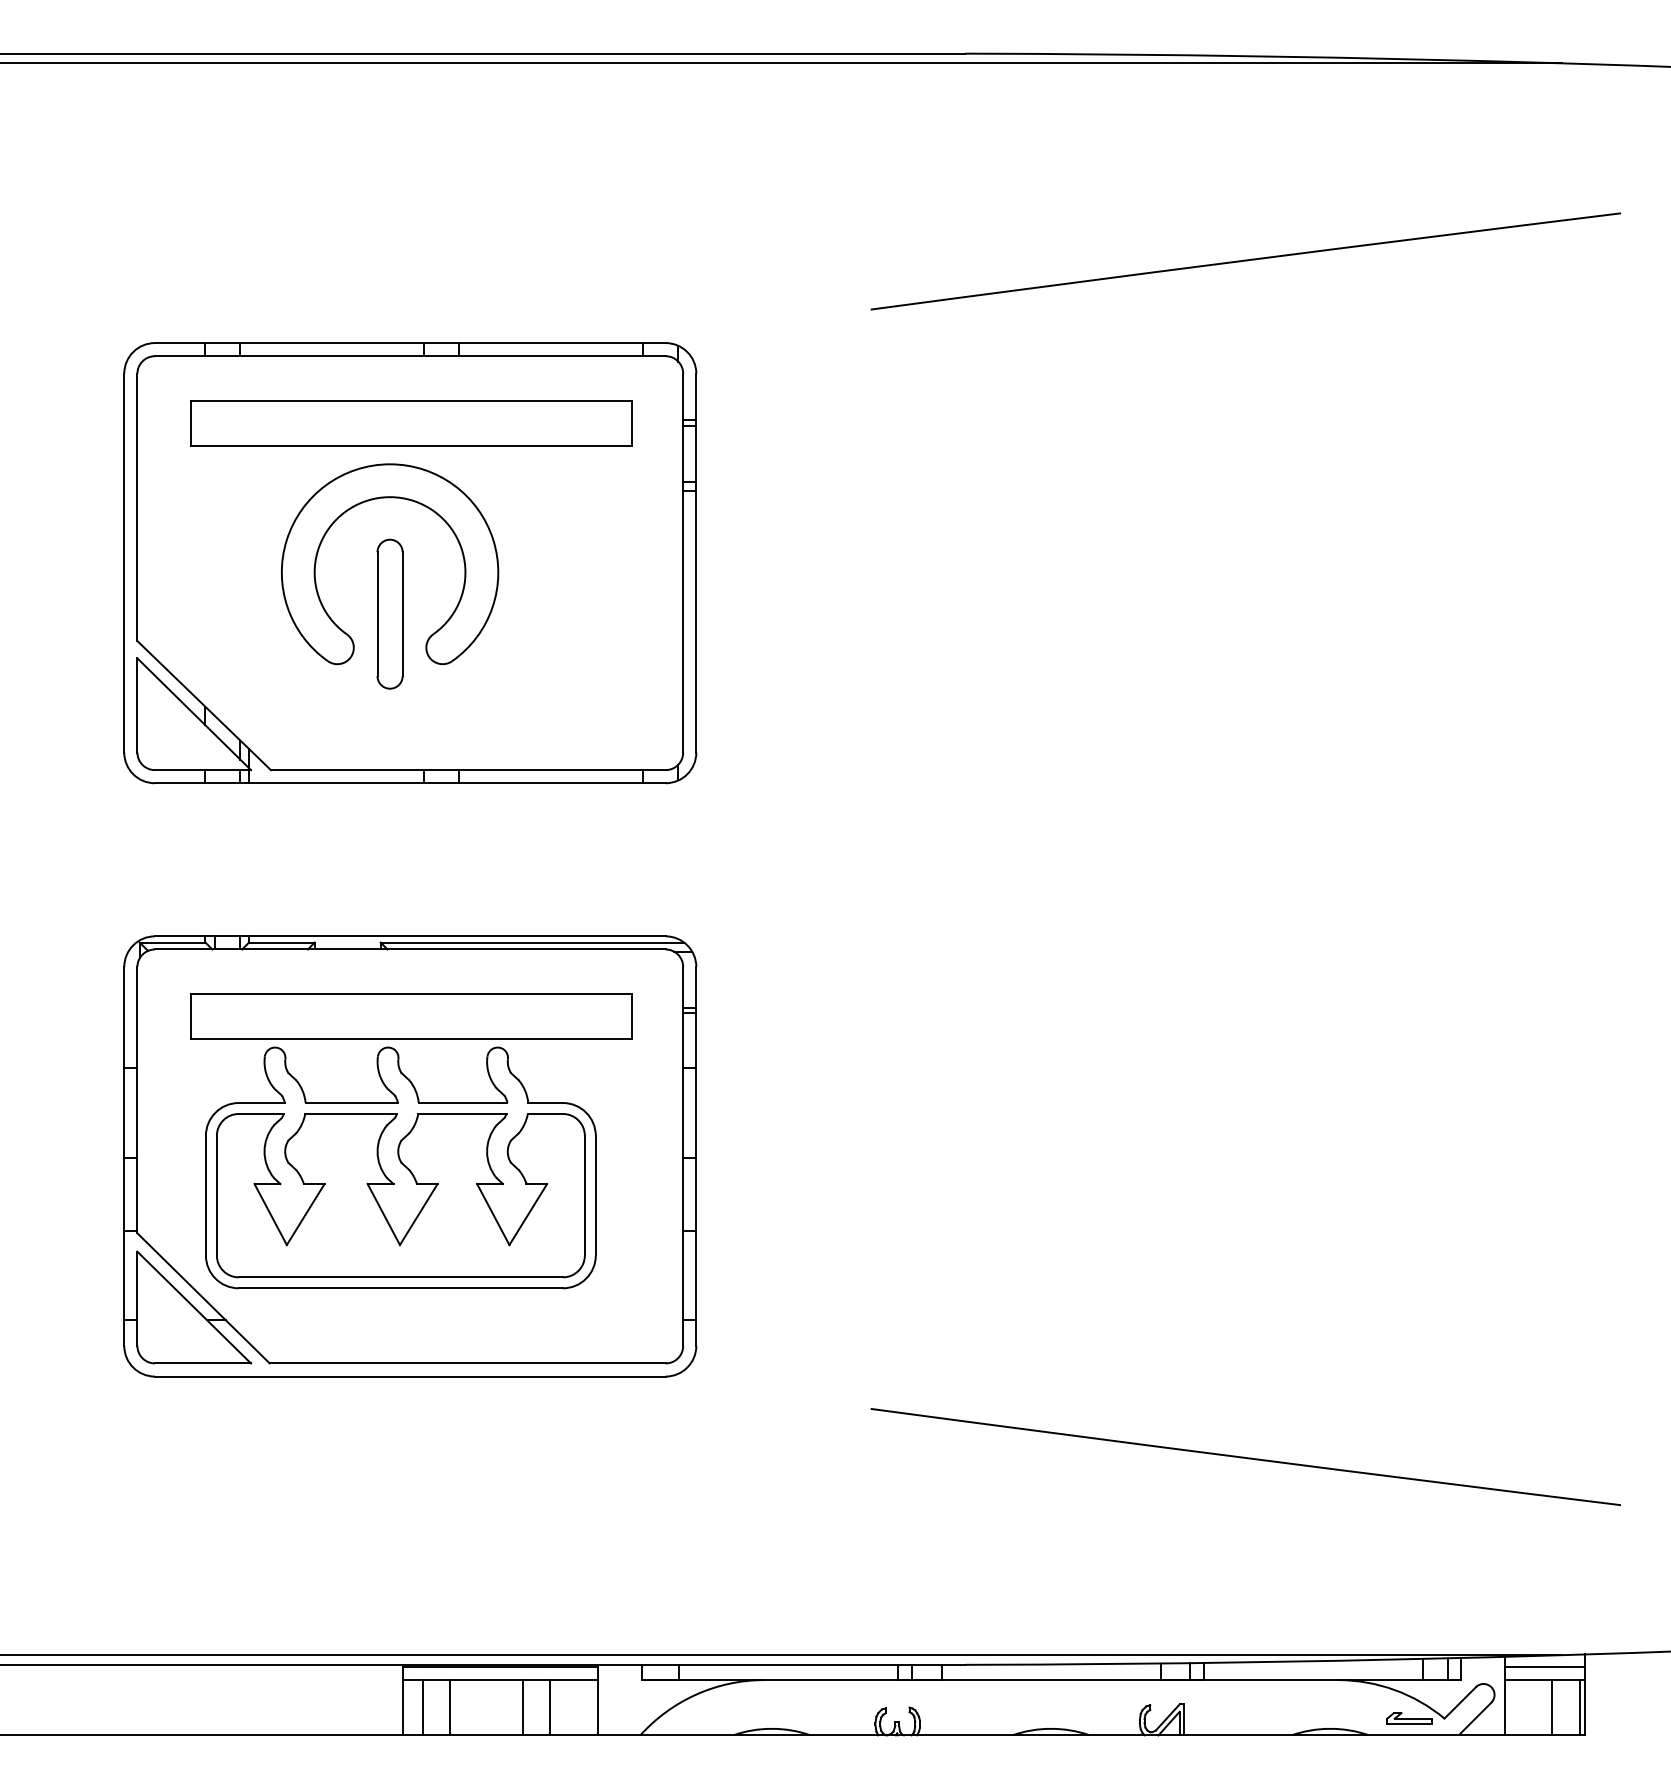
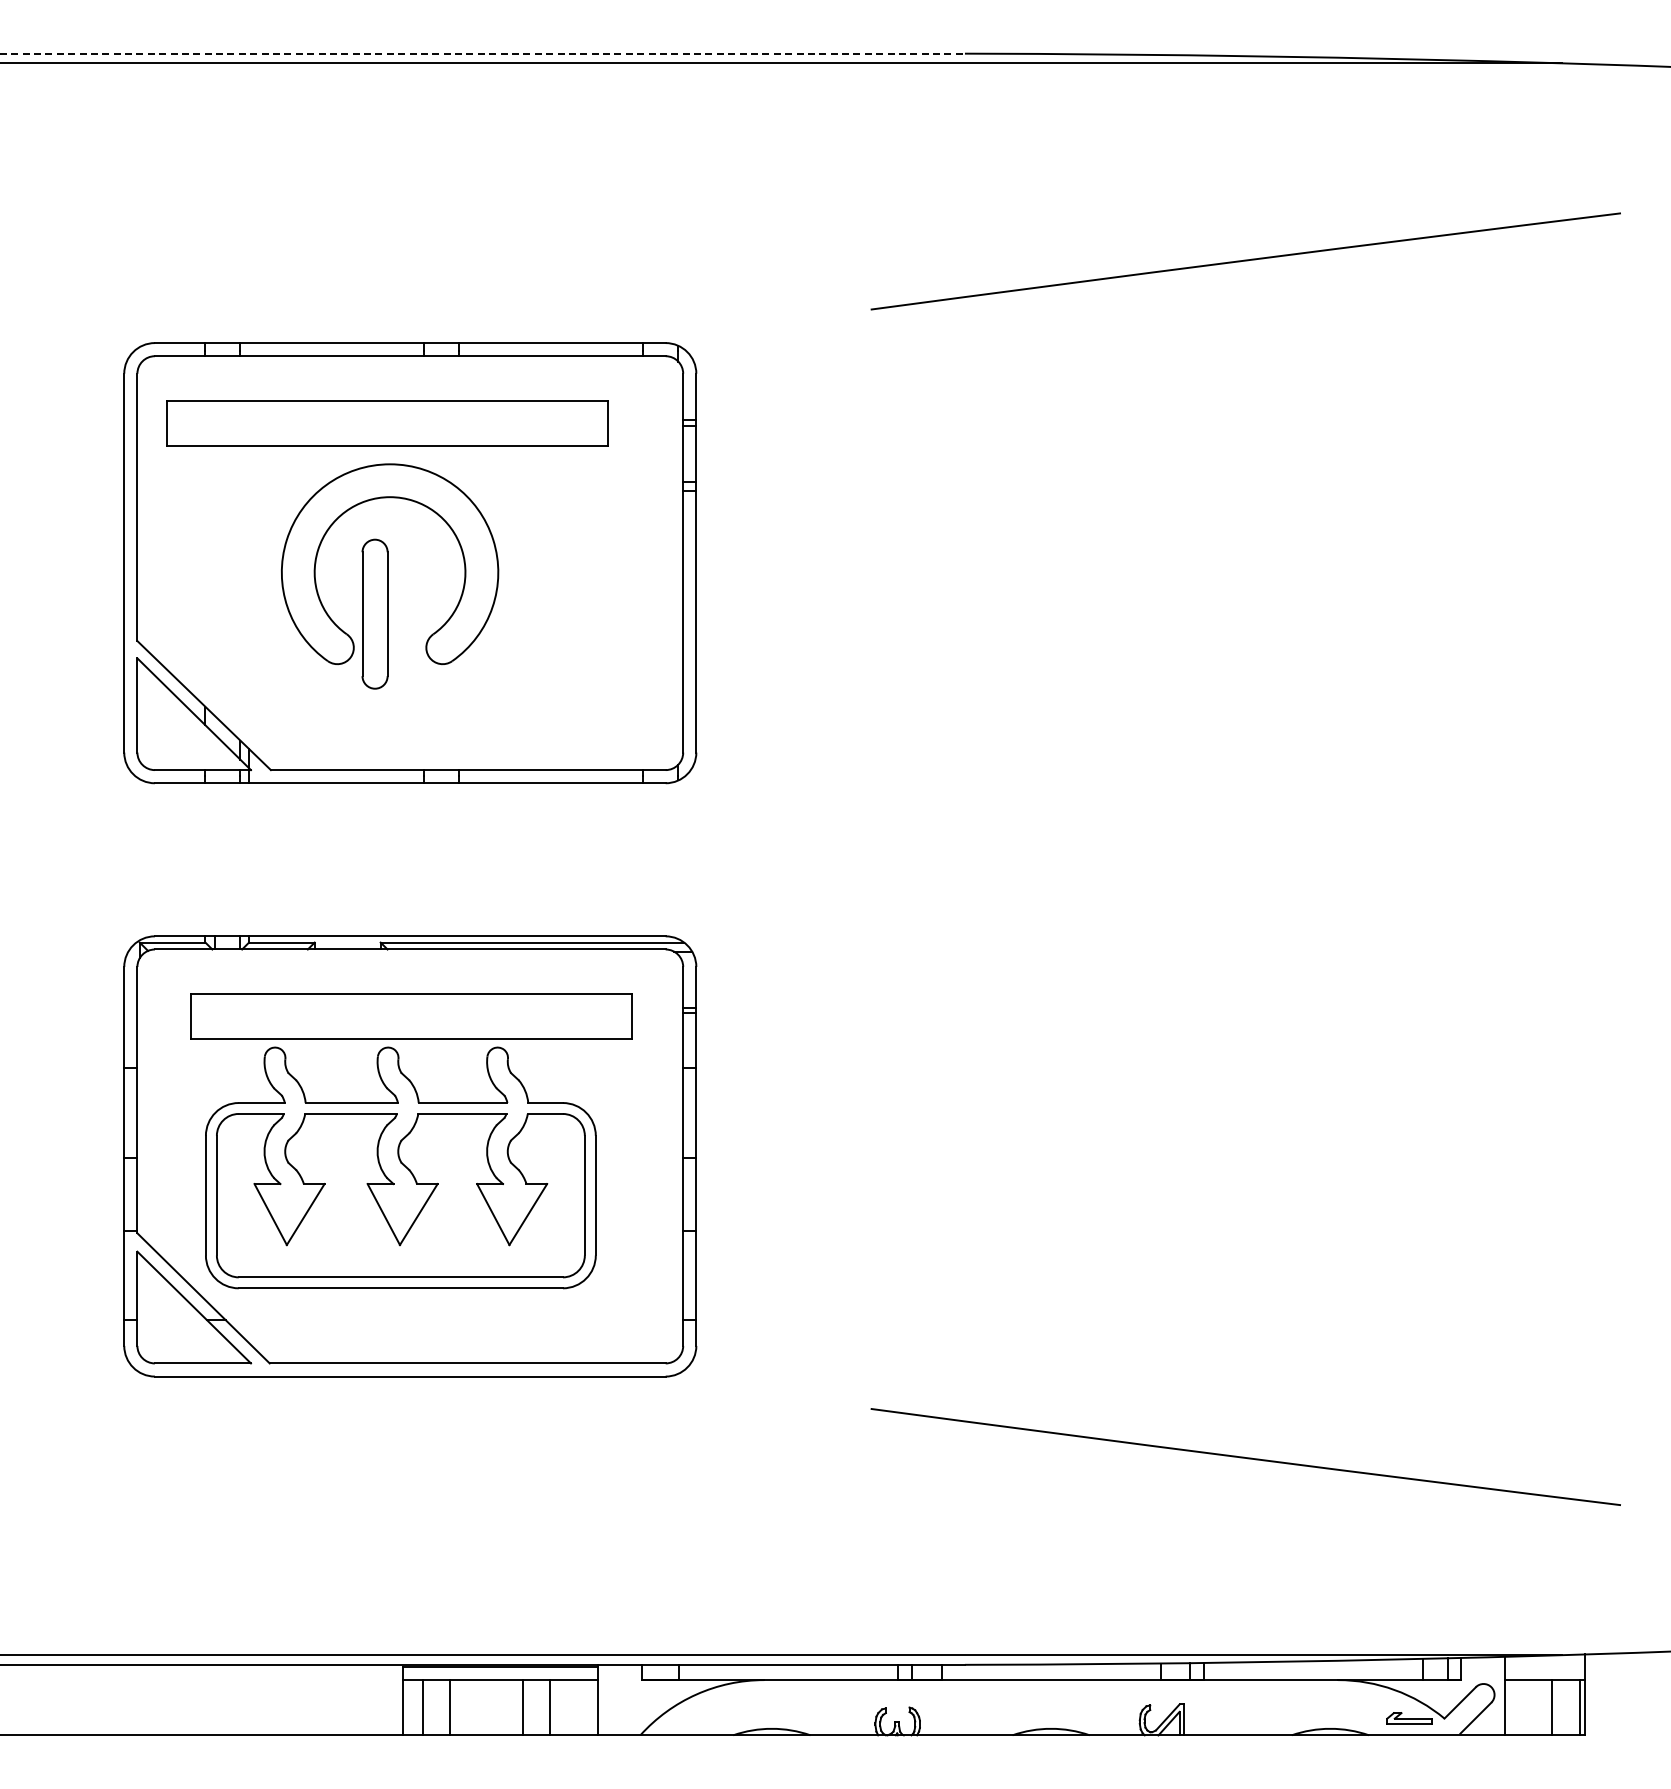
line at (483, 53): solid -> dashed
part at (411, 423) position: (411, 423) -> (387, 423)
part at (389, 613) position: (389, 613) -> (374, 613)
line at (1544, 1667): present -> none
